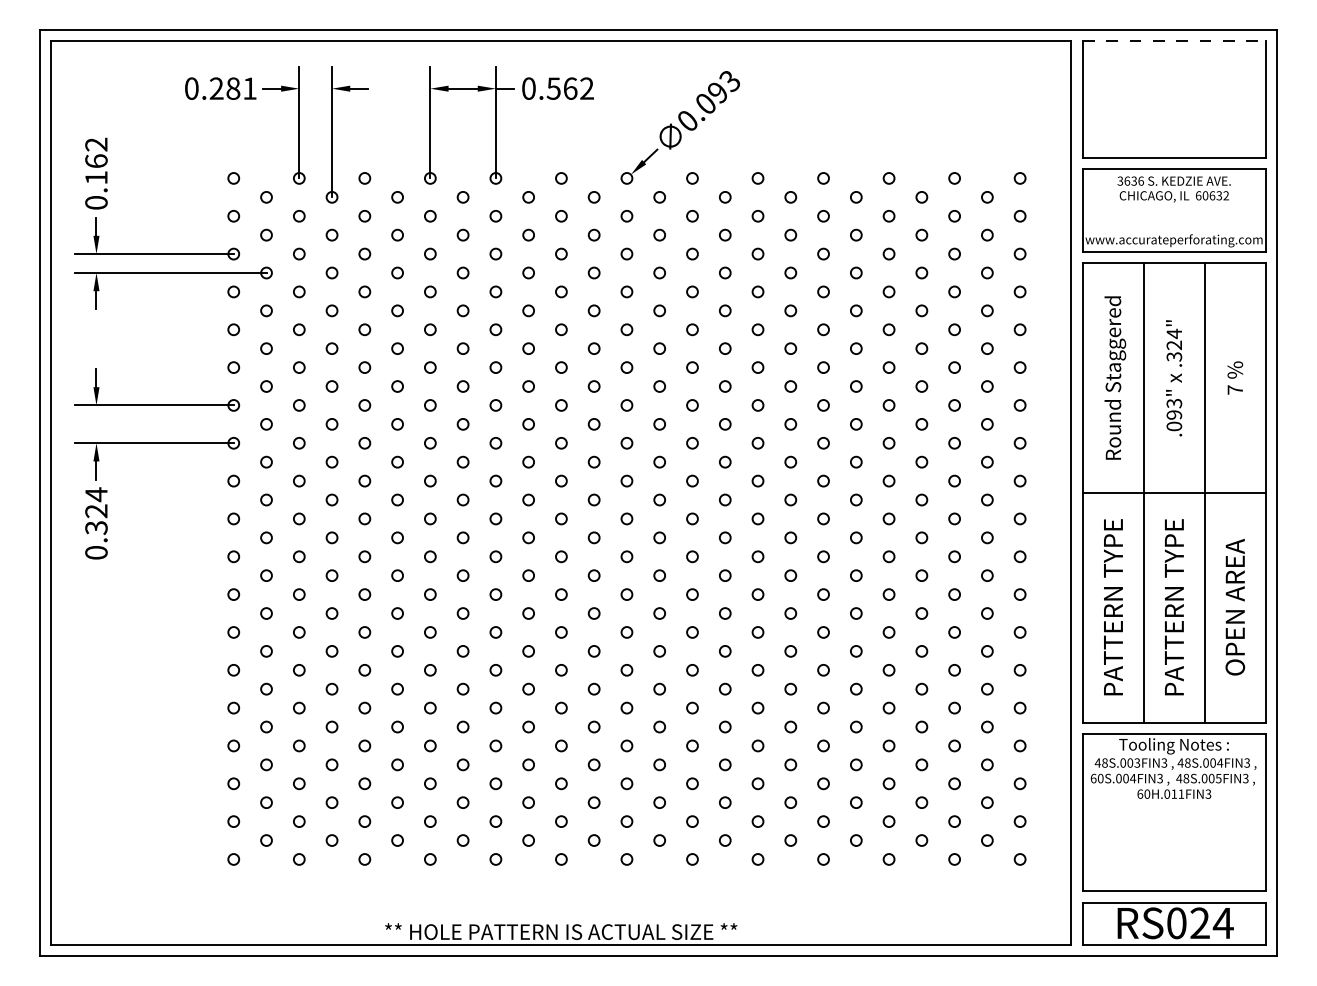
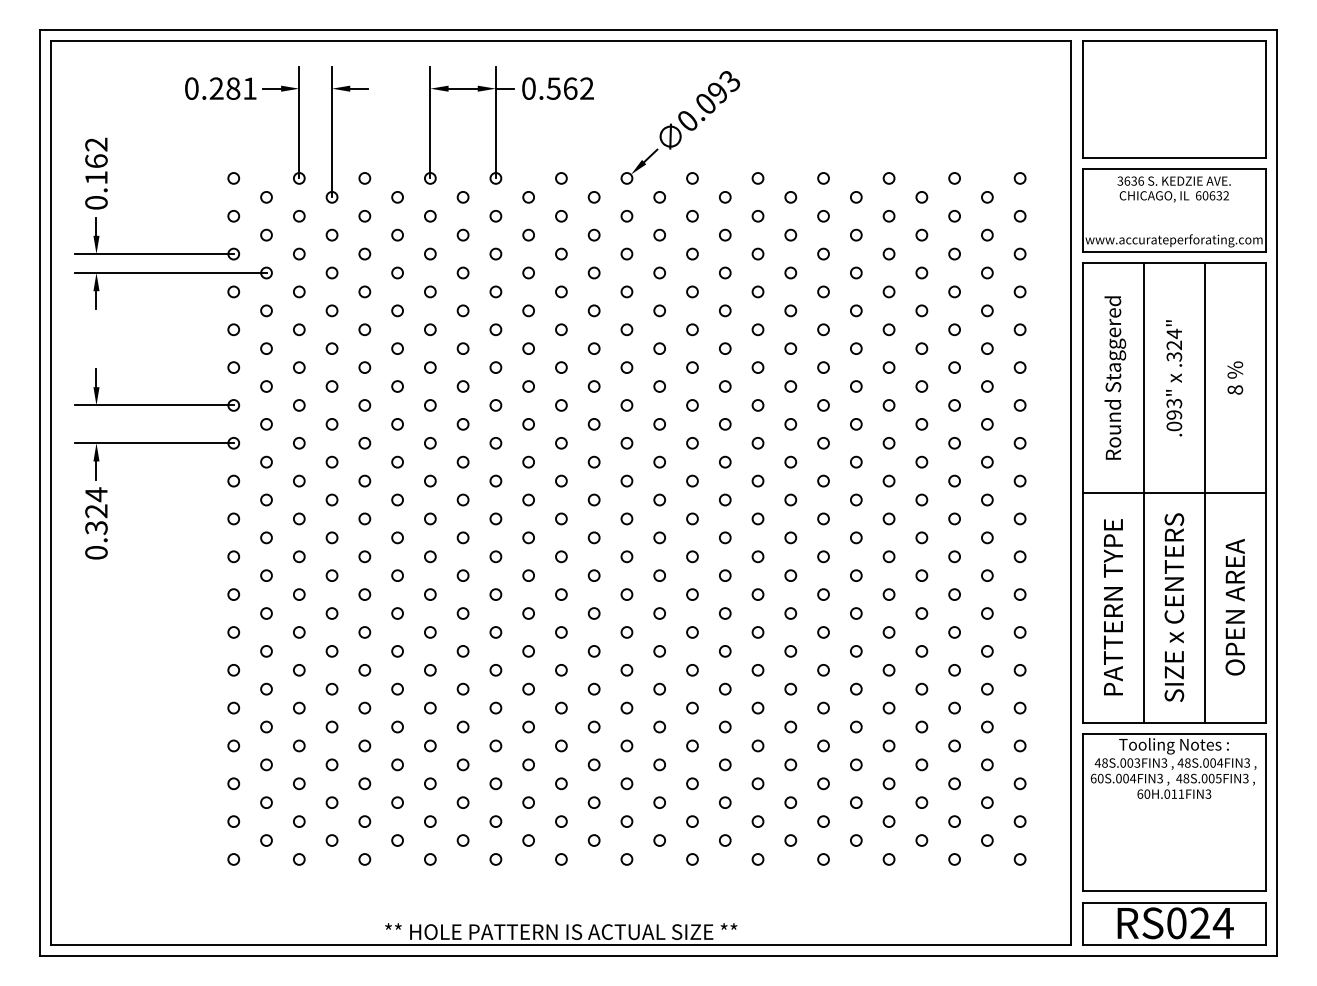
line at (1174, 41): dashed -> solid
text at (1235, 389): 7 -> 8
text at (1174, 607): PATTERN TYPE -> SIZE x CENTERS
